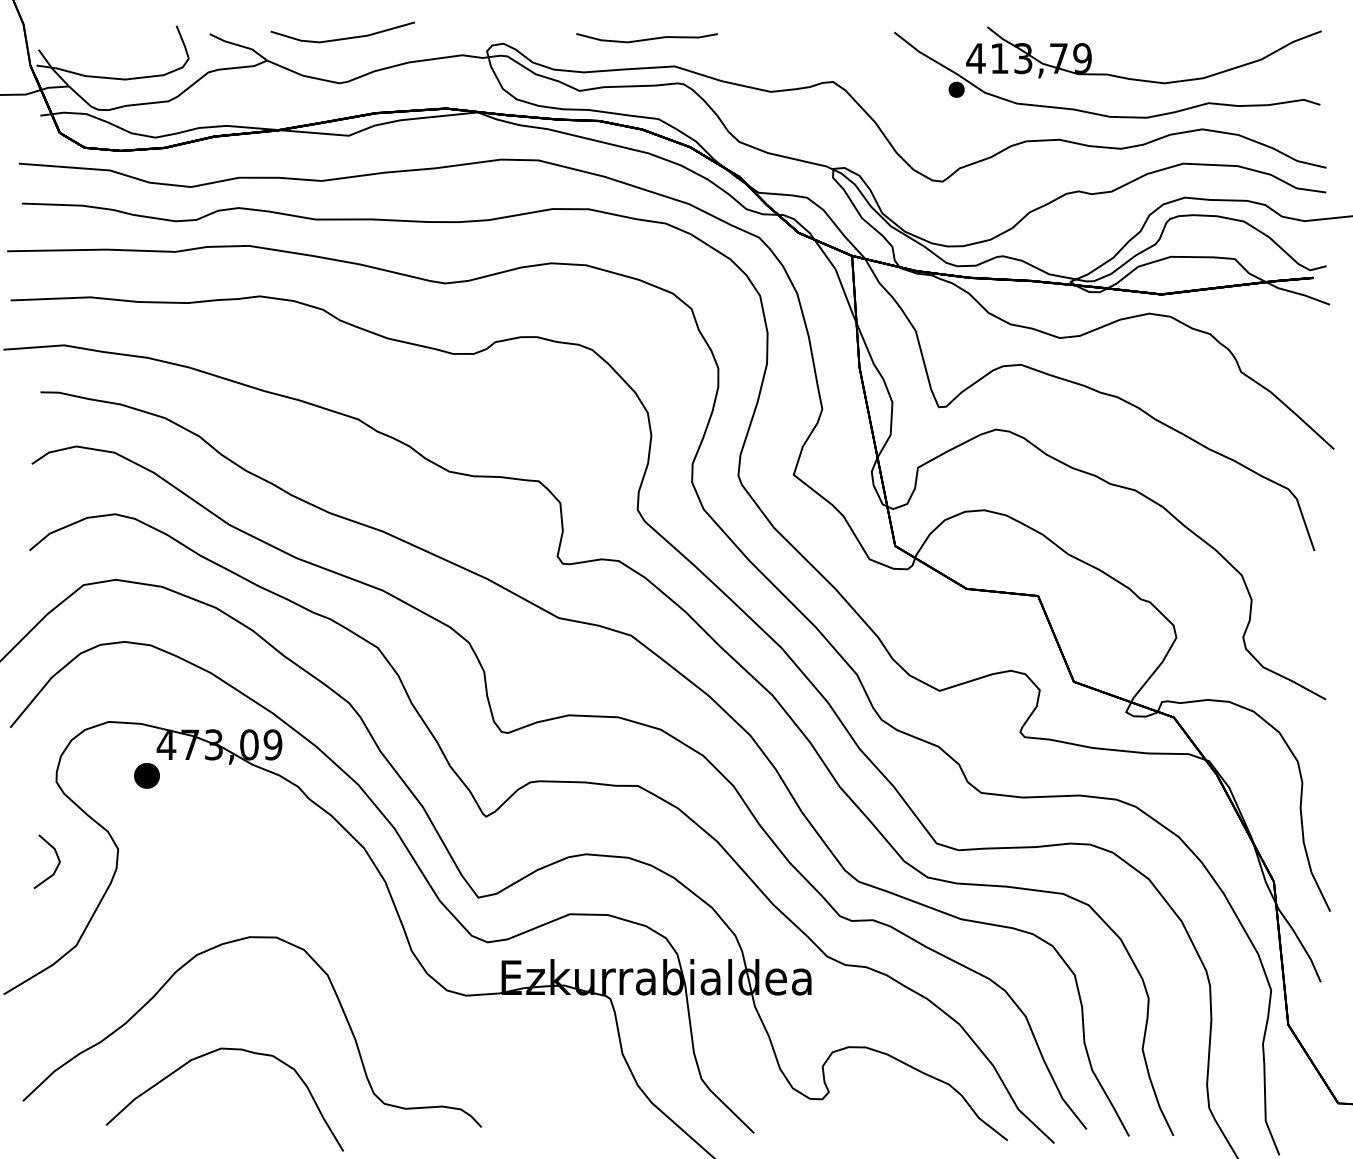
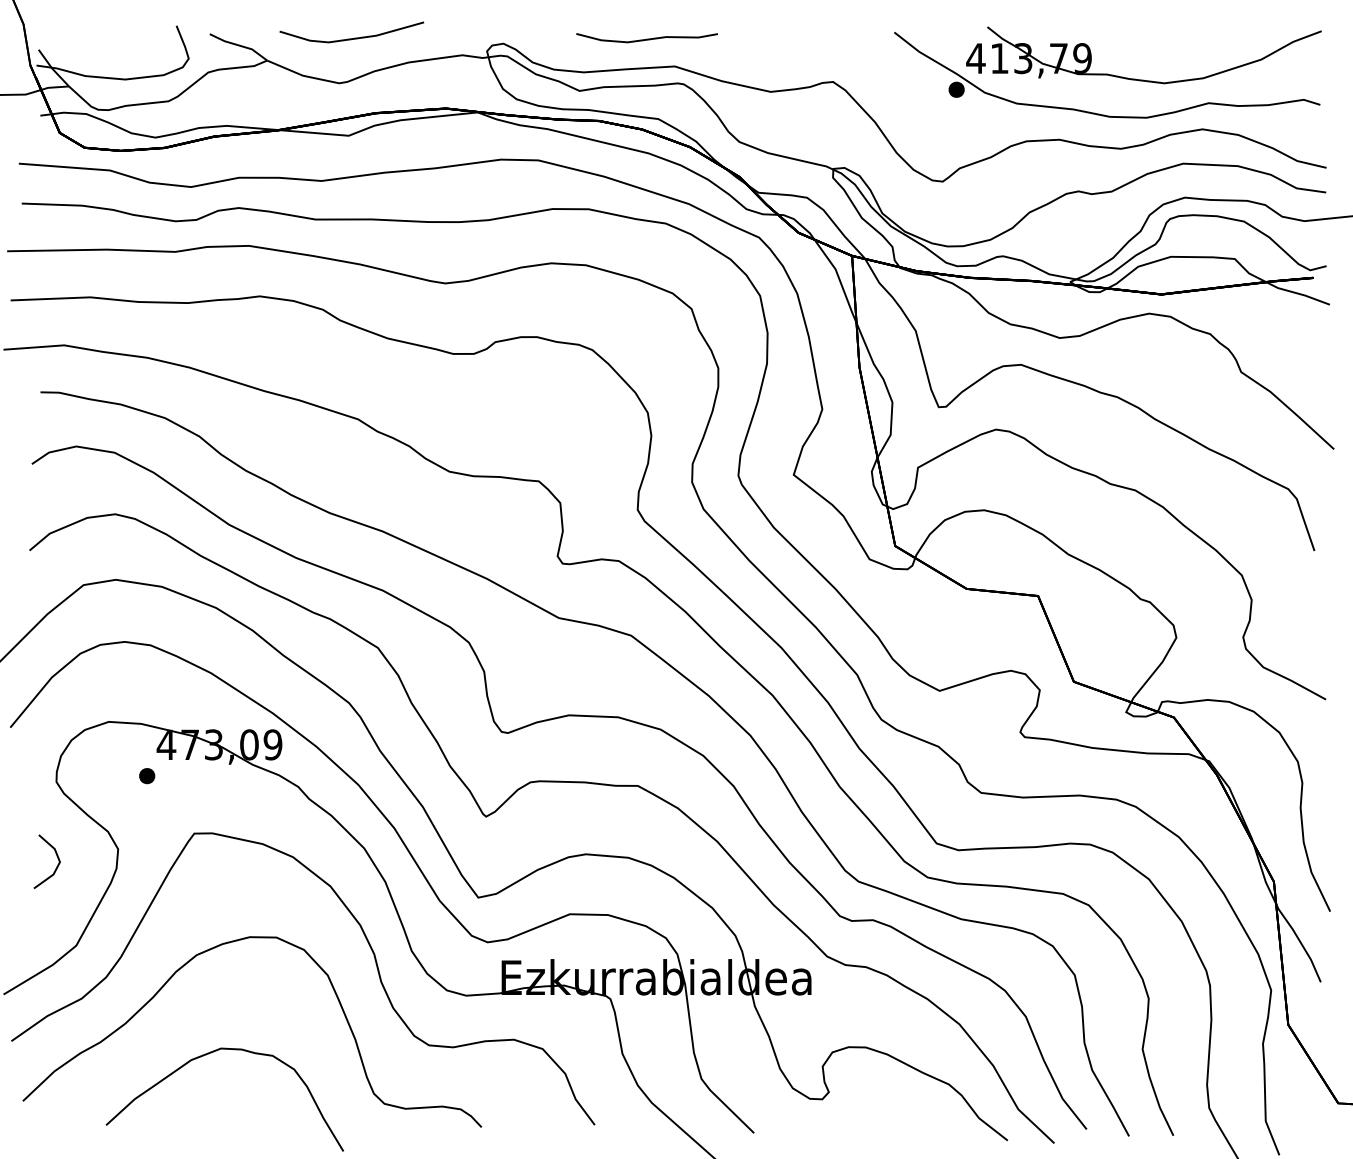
line at (345, 37) position: (345, 37) -> (354, 37)
part at (146, 775) size: 26x26 px -> 17x17 px
part at (371, 951): none -> present
